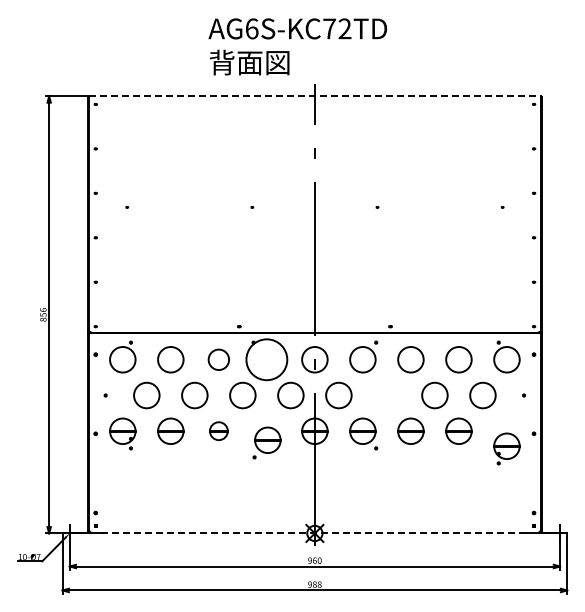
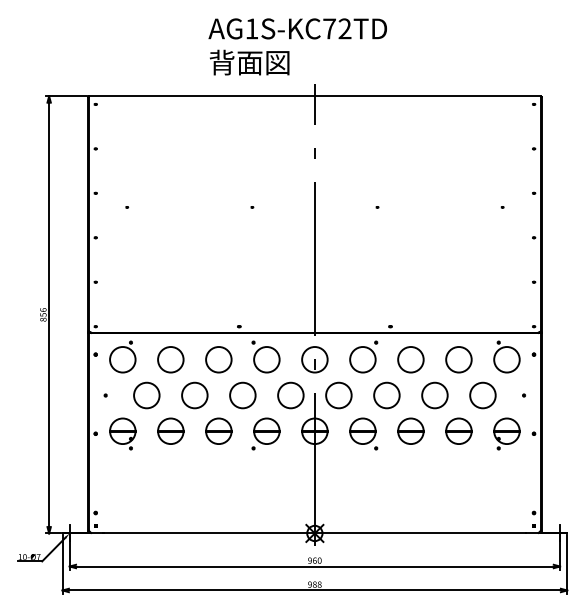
text at (252, 28): AG6S-KC72TD -> AG1S-KC72TD
line at (315, 96): dashed -> solid
circle at (218, 359) size: 23x23 px -> 28x28 px
circle at (266, 359) diameter: 41 px -> 26 px
circle at (386, 395): none -> present
part at (218, 430) size: 20x20 px -> 28x28 px
part at (266, 442) position: (266, 442) -> (265, 433)
part at (506, 448) position: (506, 448) -> (506, 433)
line at (314, 533): dashed -> solid
